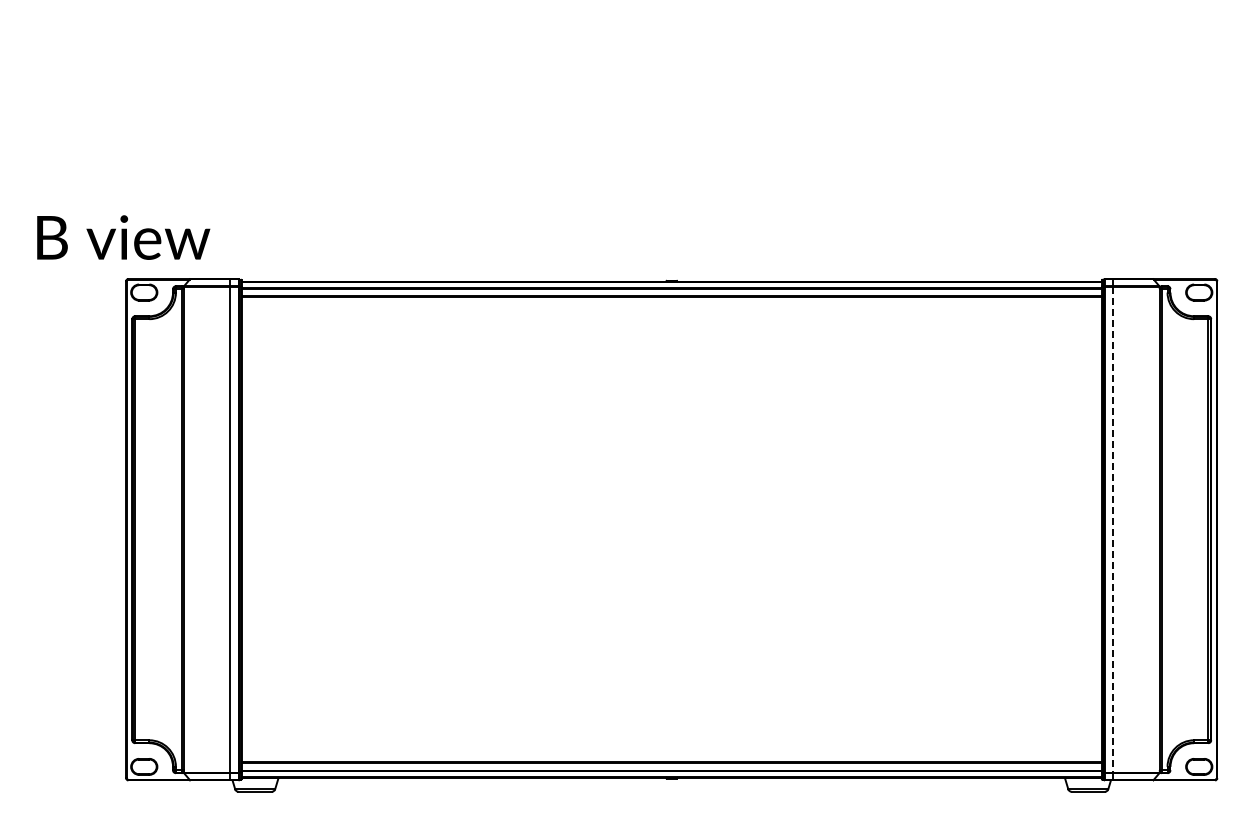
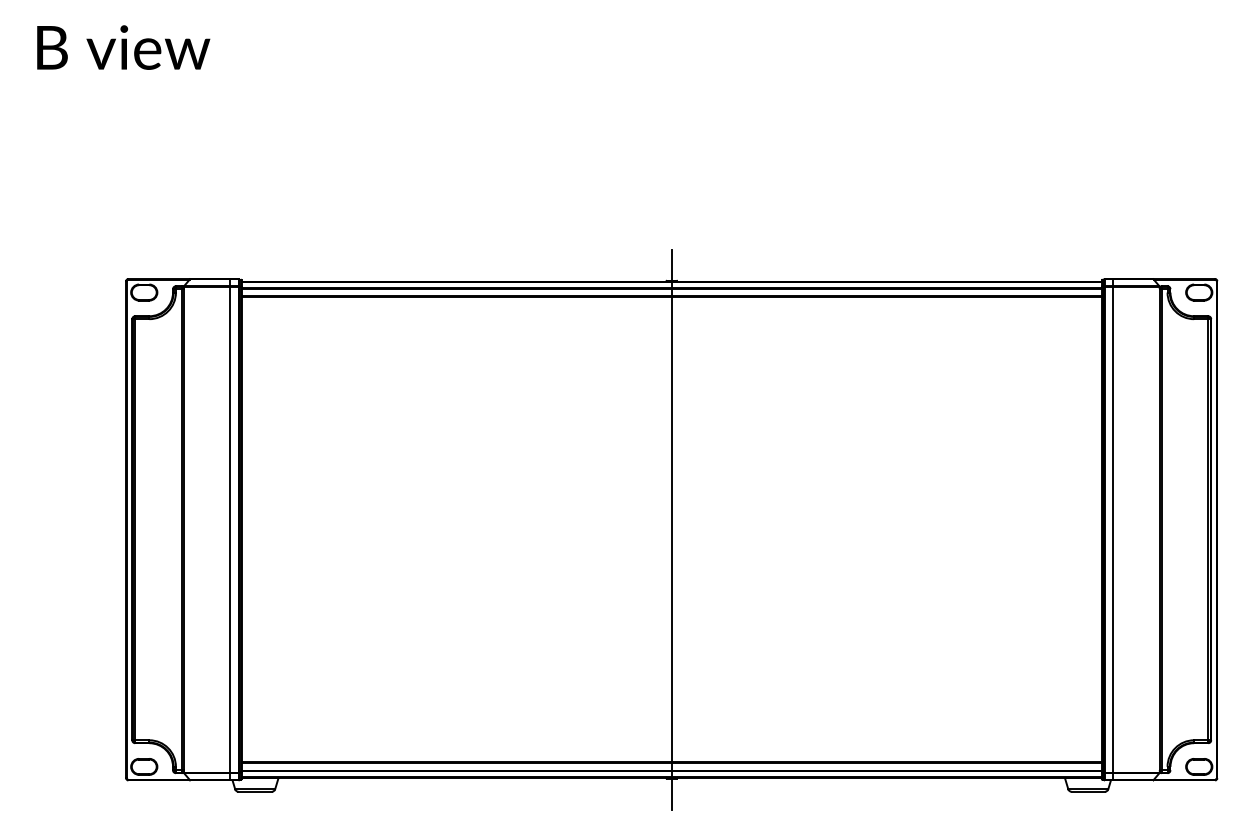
text at (123, 237) position: (123, 237) -> (123, 47)
line at (671, 529): none -> present
line at (1113, 530): dashed -> solid
